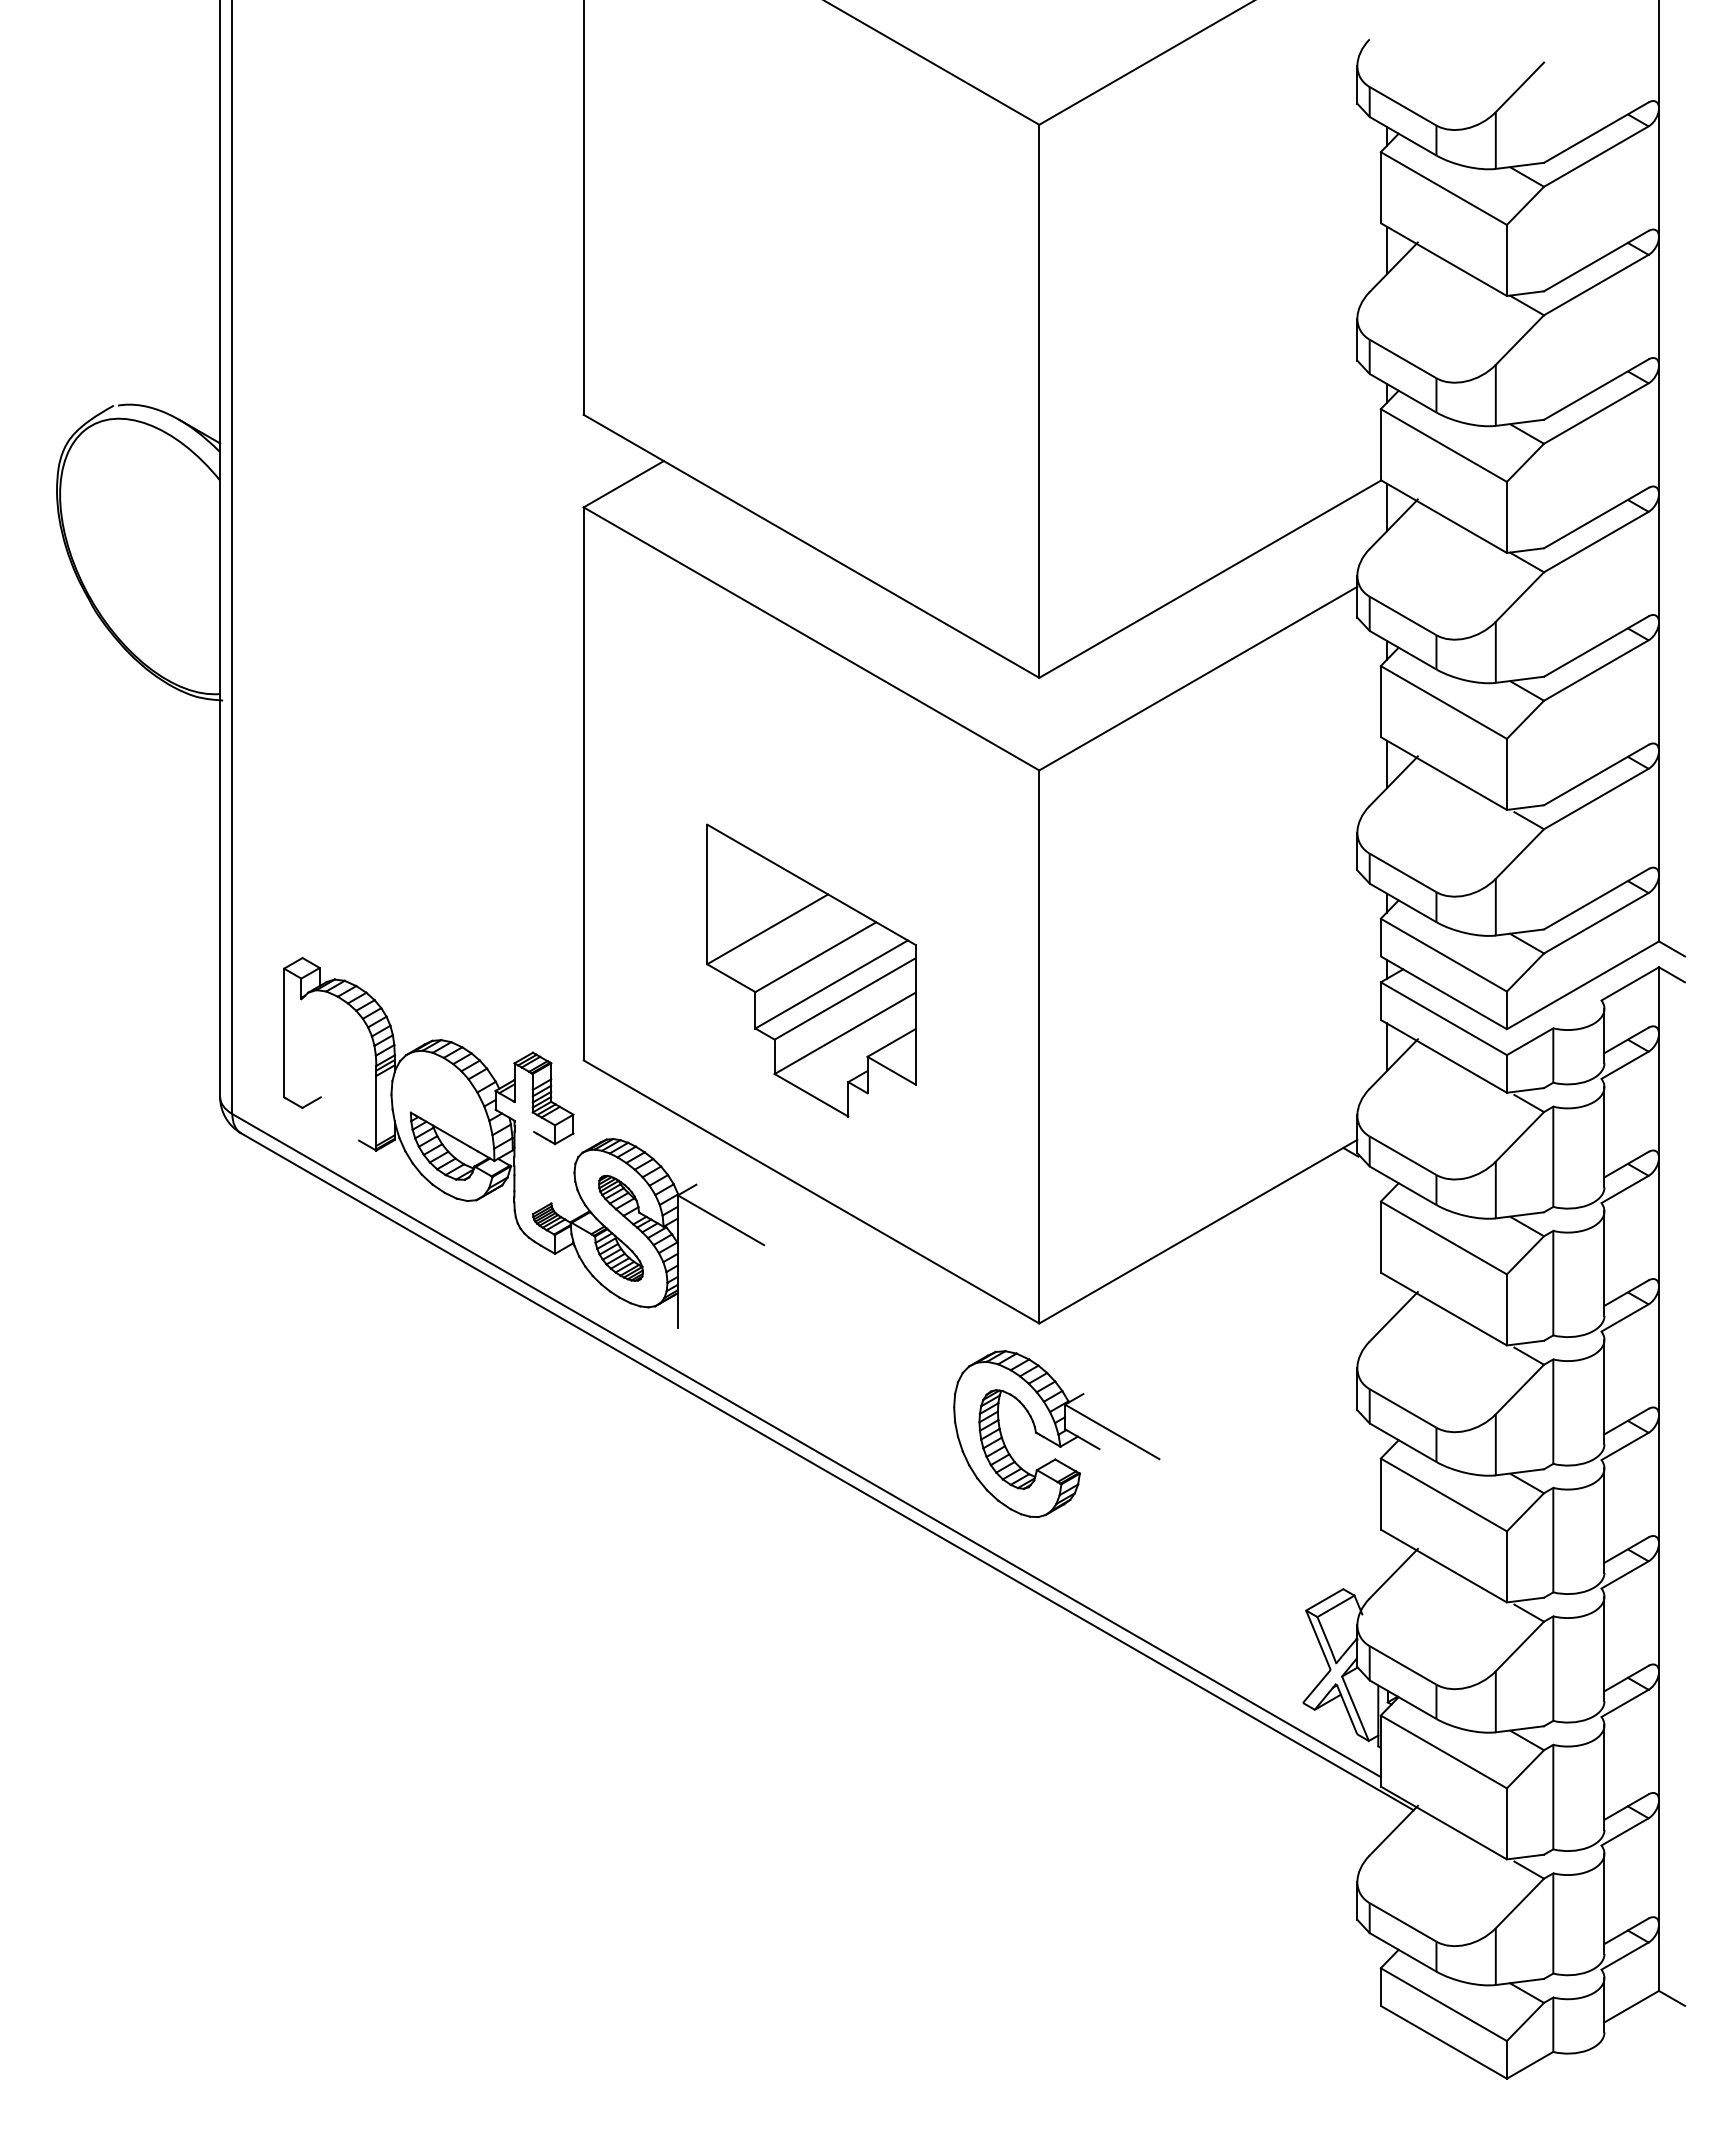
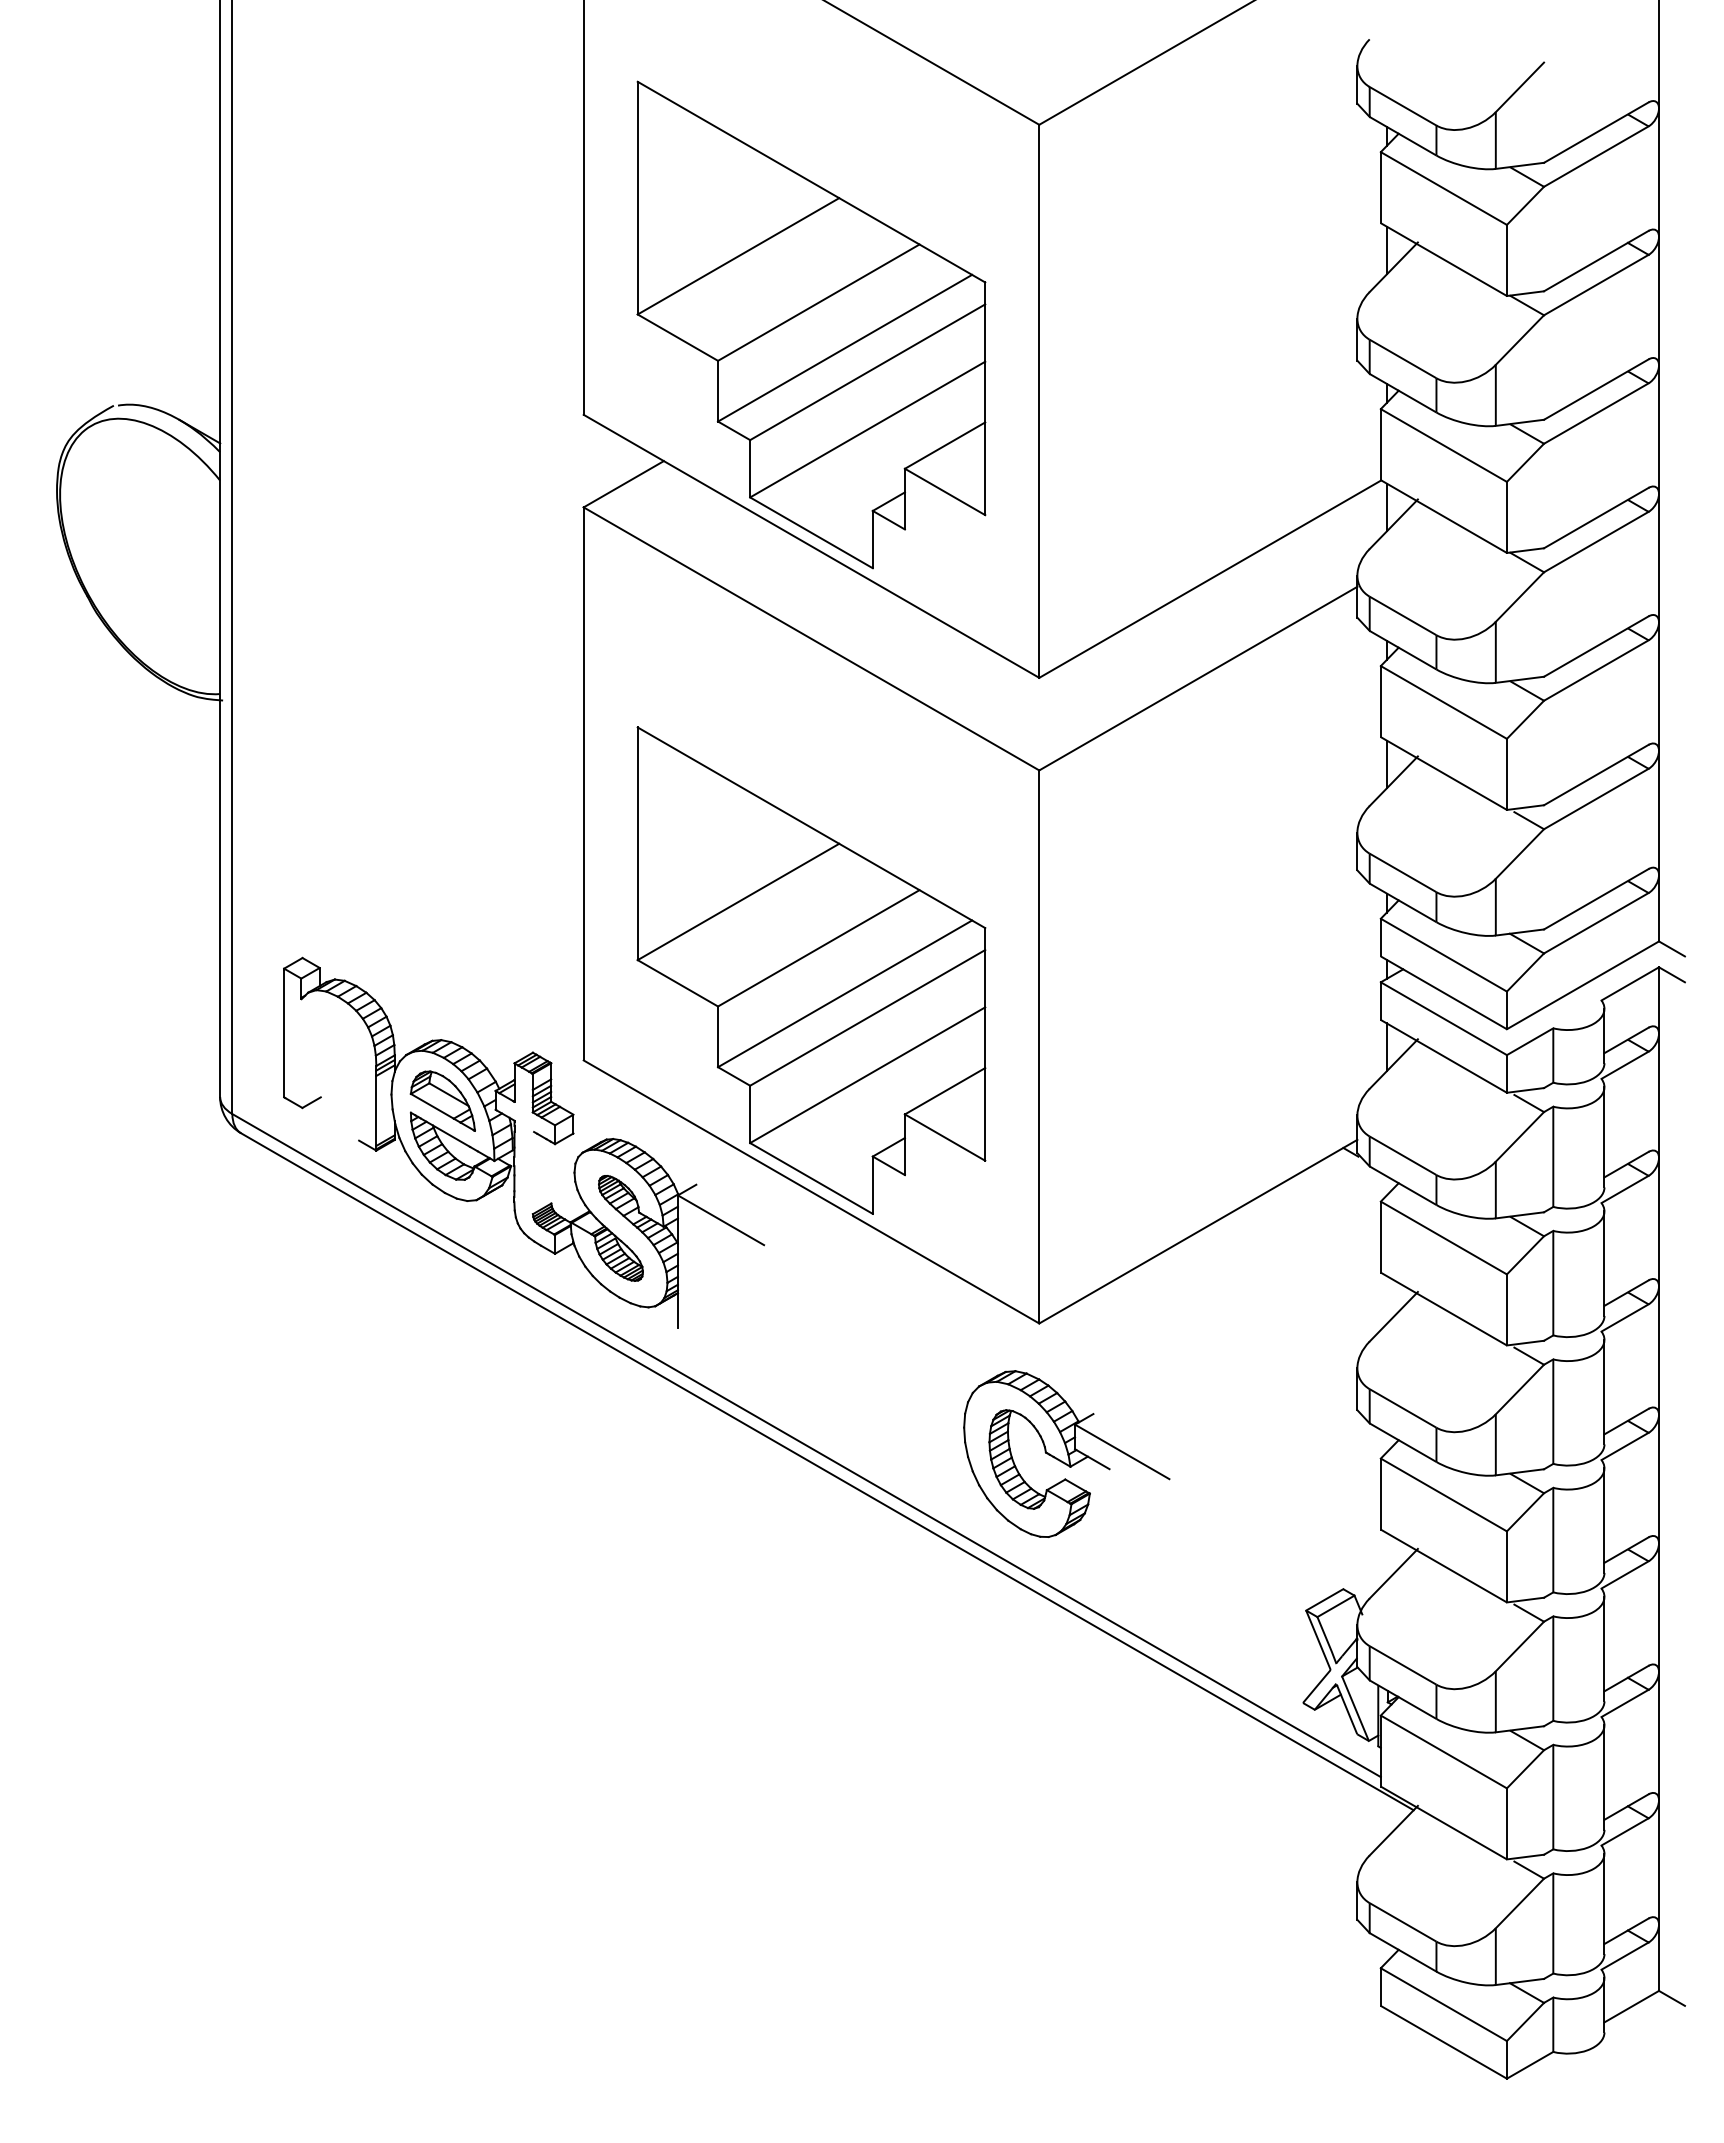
part at (811, 324): none -> present
part at (811, 970) size: 211x295 px -> 351x489 px
part at (442, 1100): none -> present
part at (1056, 1433) position: (1056, 1433) -> (1066, 1453)
